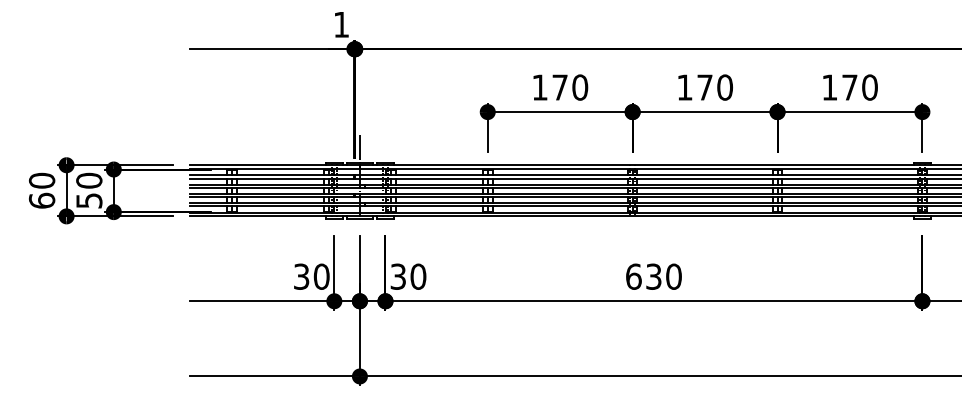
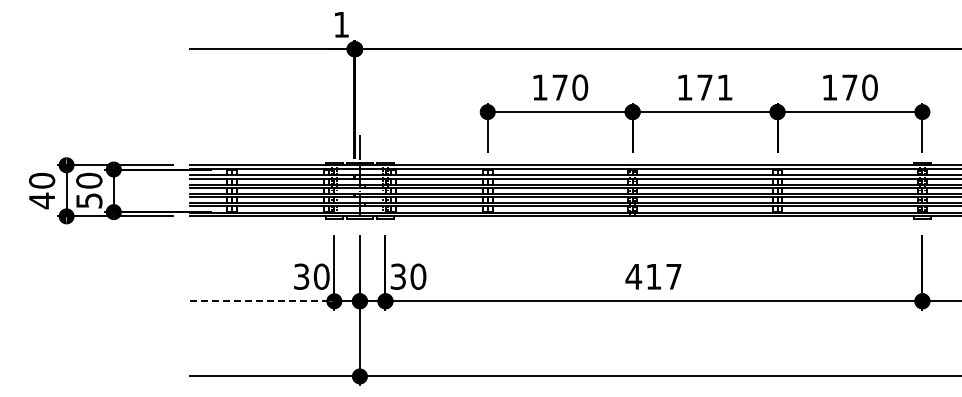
text at (725, 87): 170 -> 171
text at (41, 200): 60 -> 40
text at (653, 276): 630 -> 417
line at (262, 301): solid -> dashed
